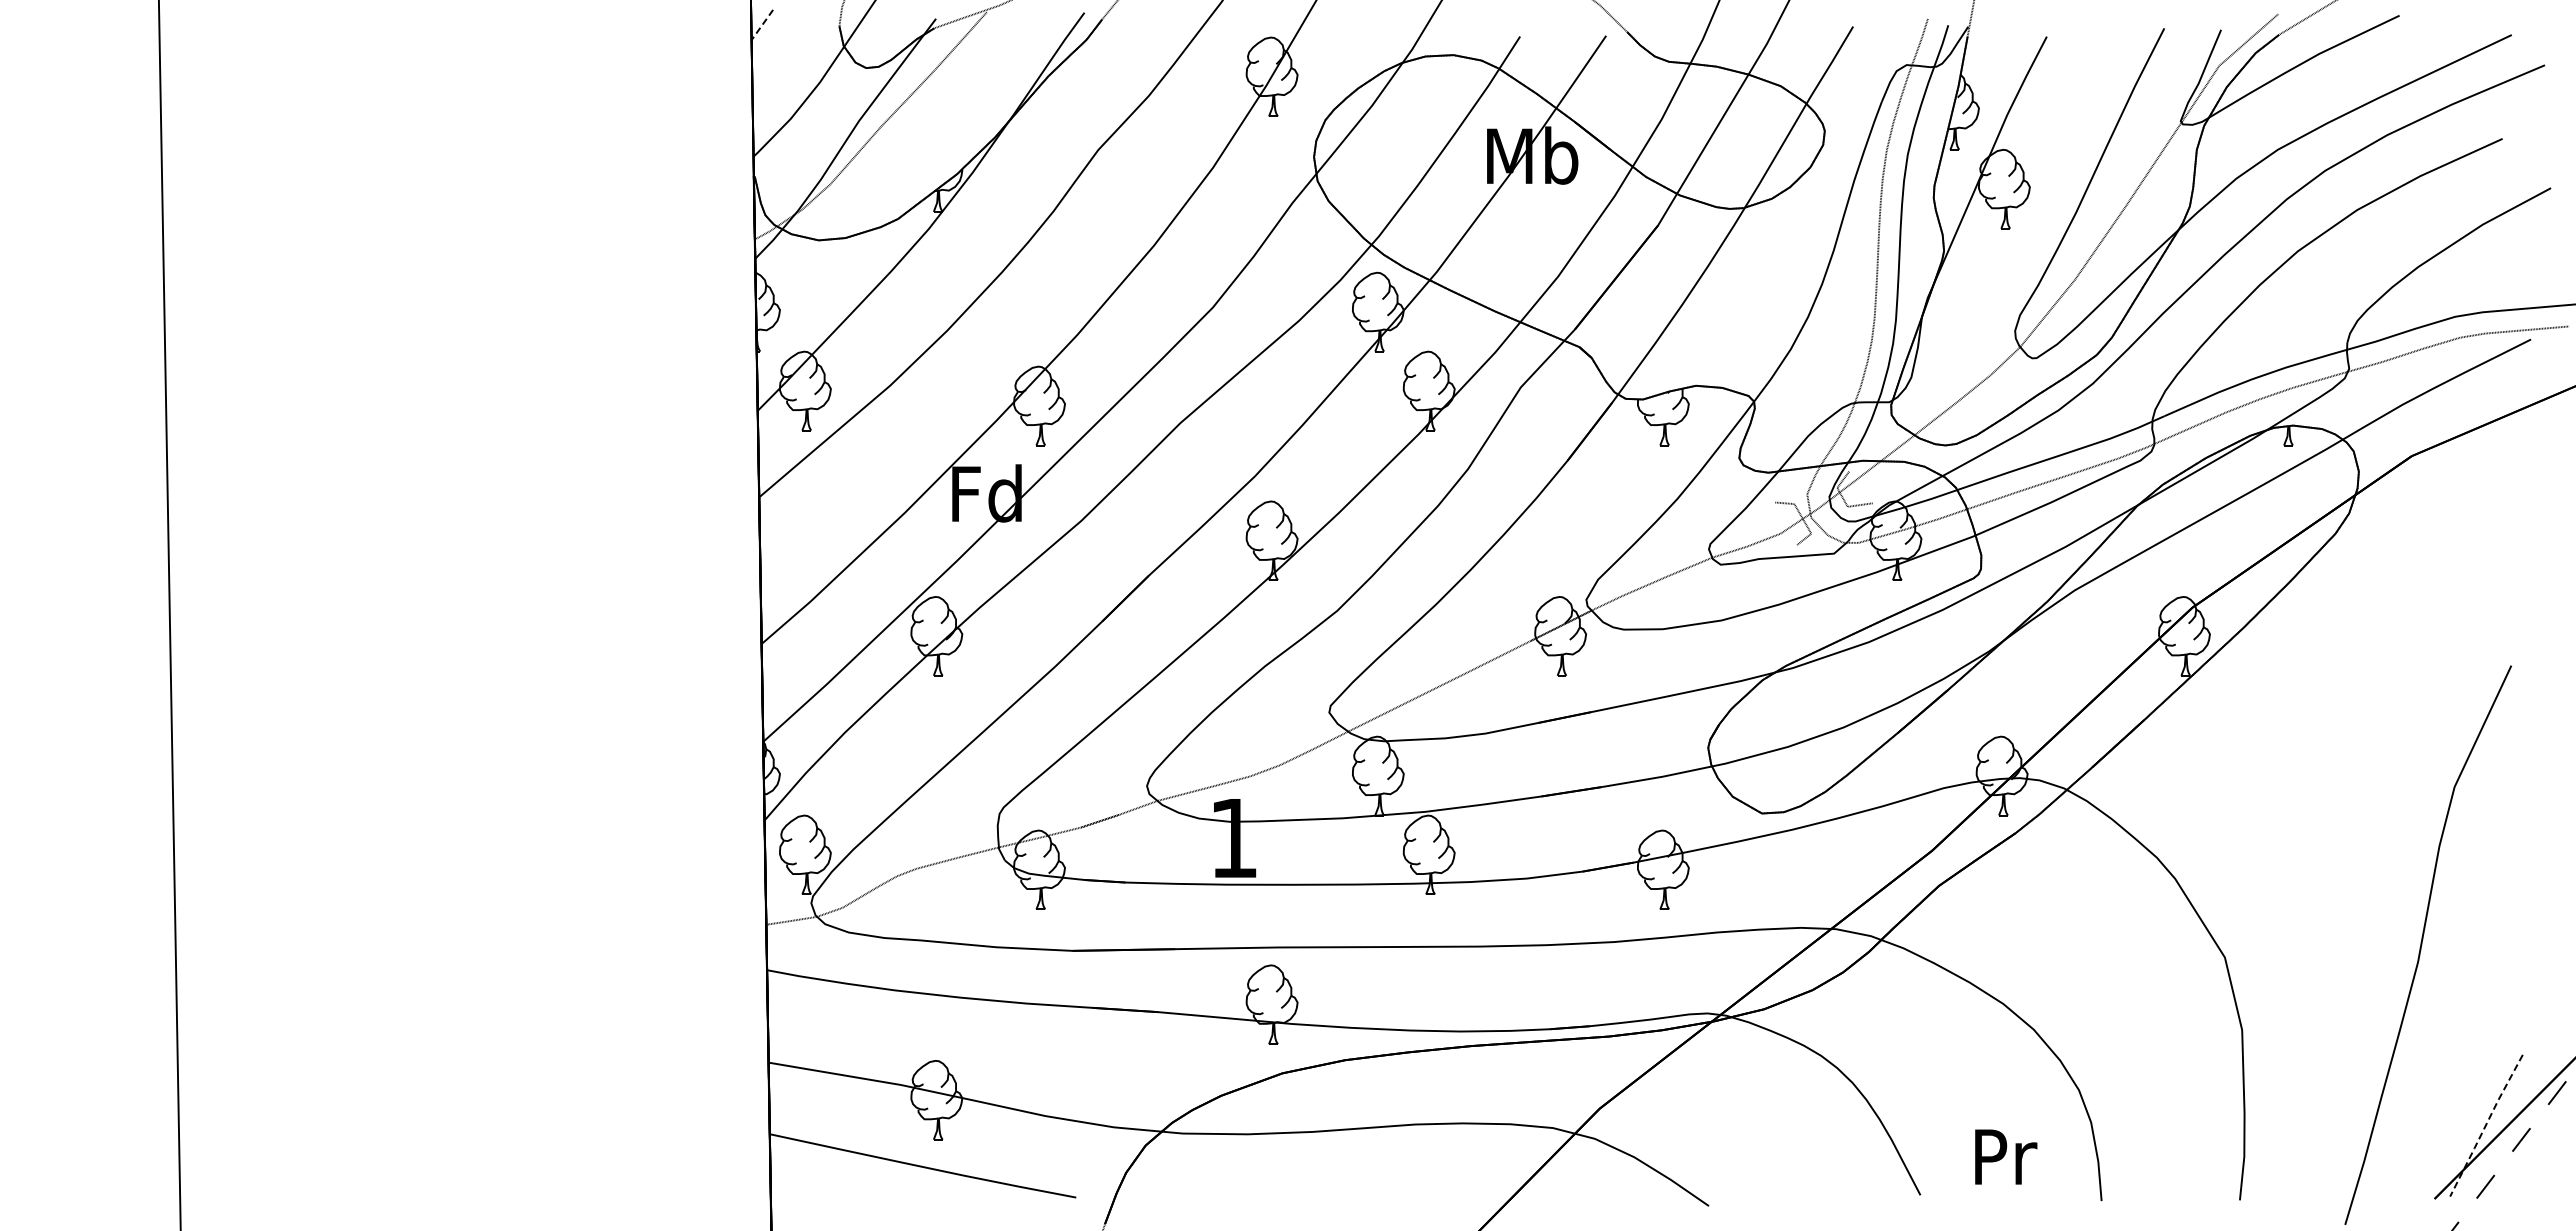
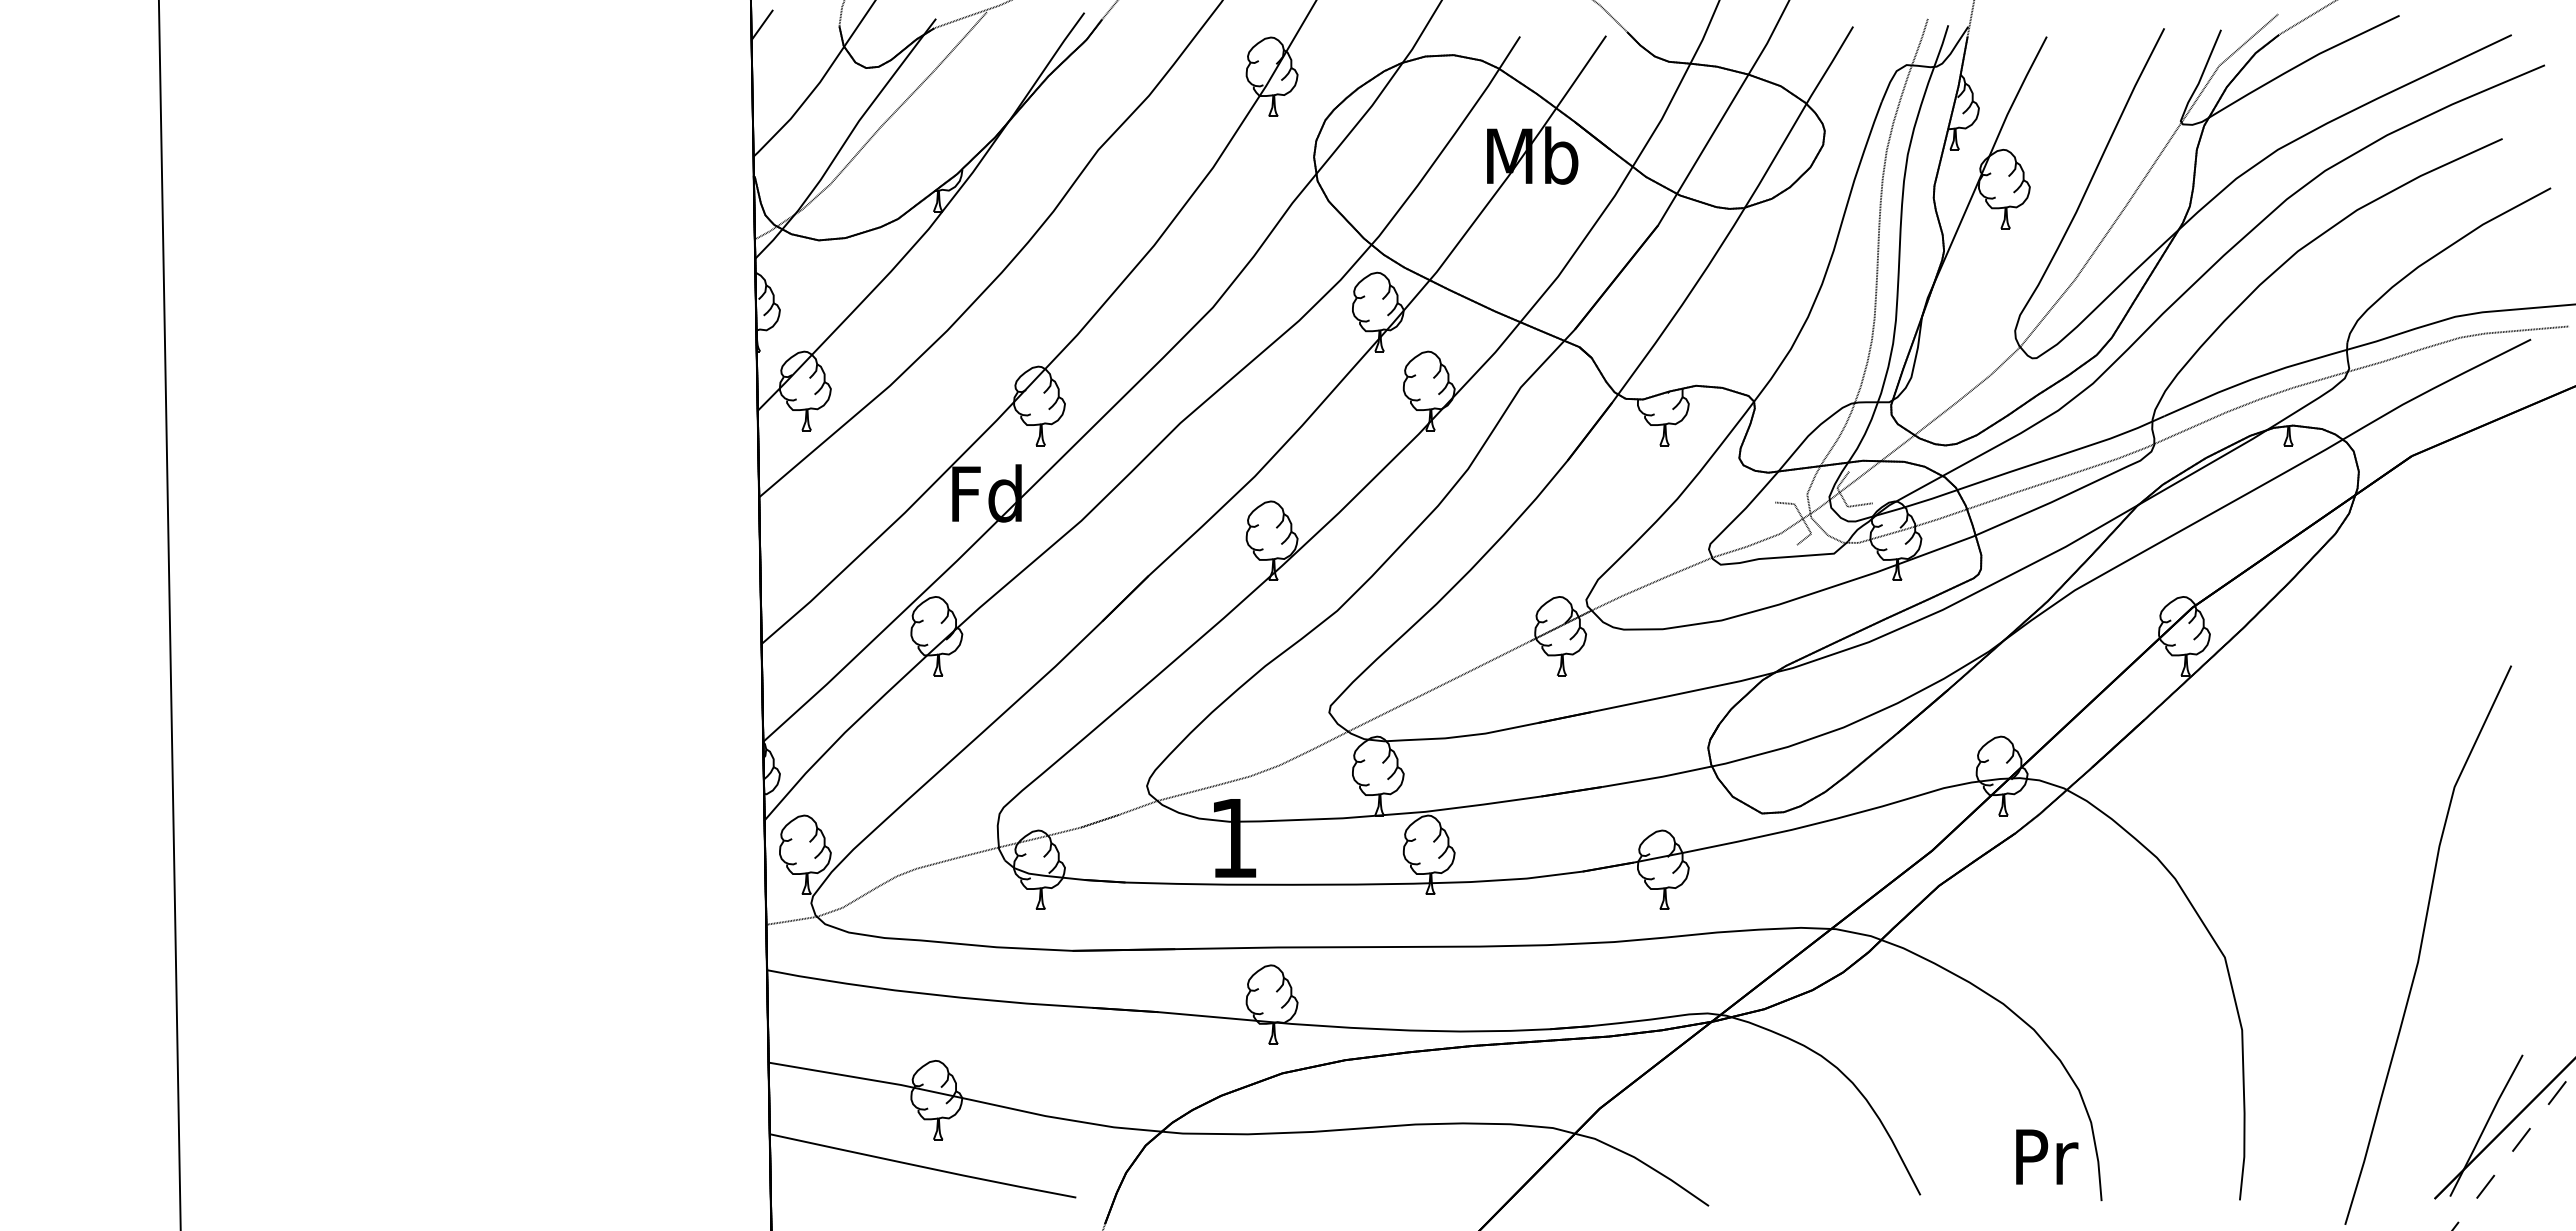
line at (762, 25): dashed -> solid
line at (2485, 1125): dashed -> solid
text at (2006, 1156) position: (2006, 1156) -> (2047, 1156)
